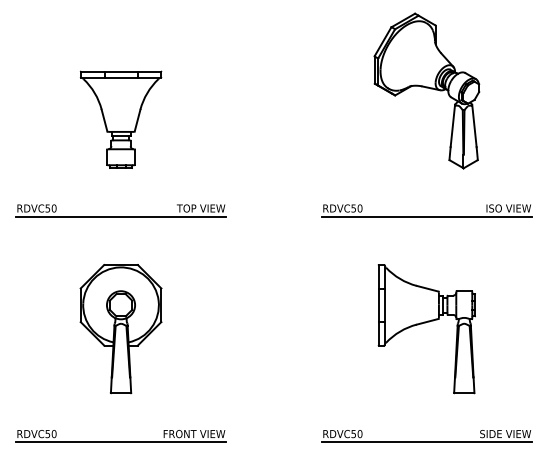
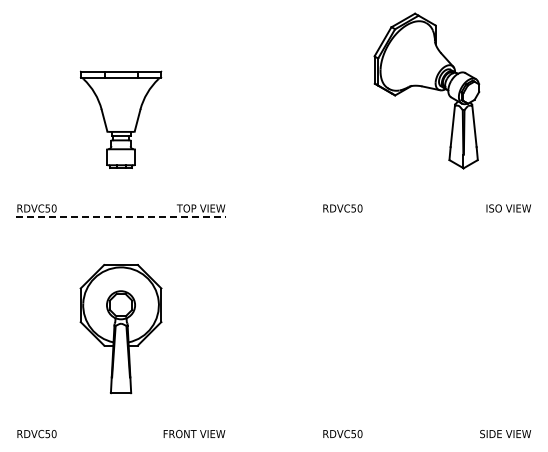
line at (121, 216): solid -> dashed
line at (426, 216): present -> none
part at (425, 323): present -> none
line at (120, 442): present -> none
line at (426, 442): present -> none
